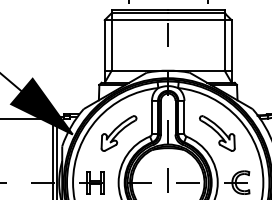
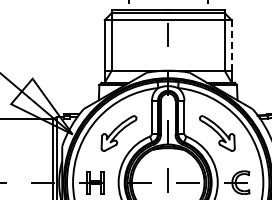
line at (231, 44): solid -> dashed
fill at (41, 106): present -> none
